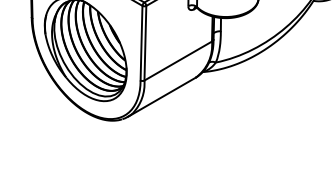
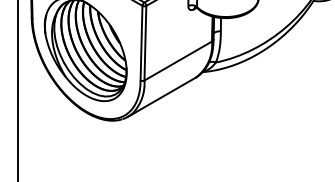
line at (17, 90): none -> present
